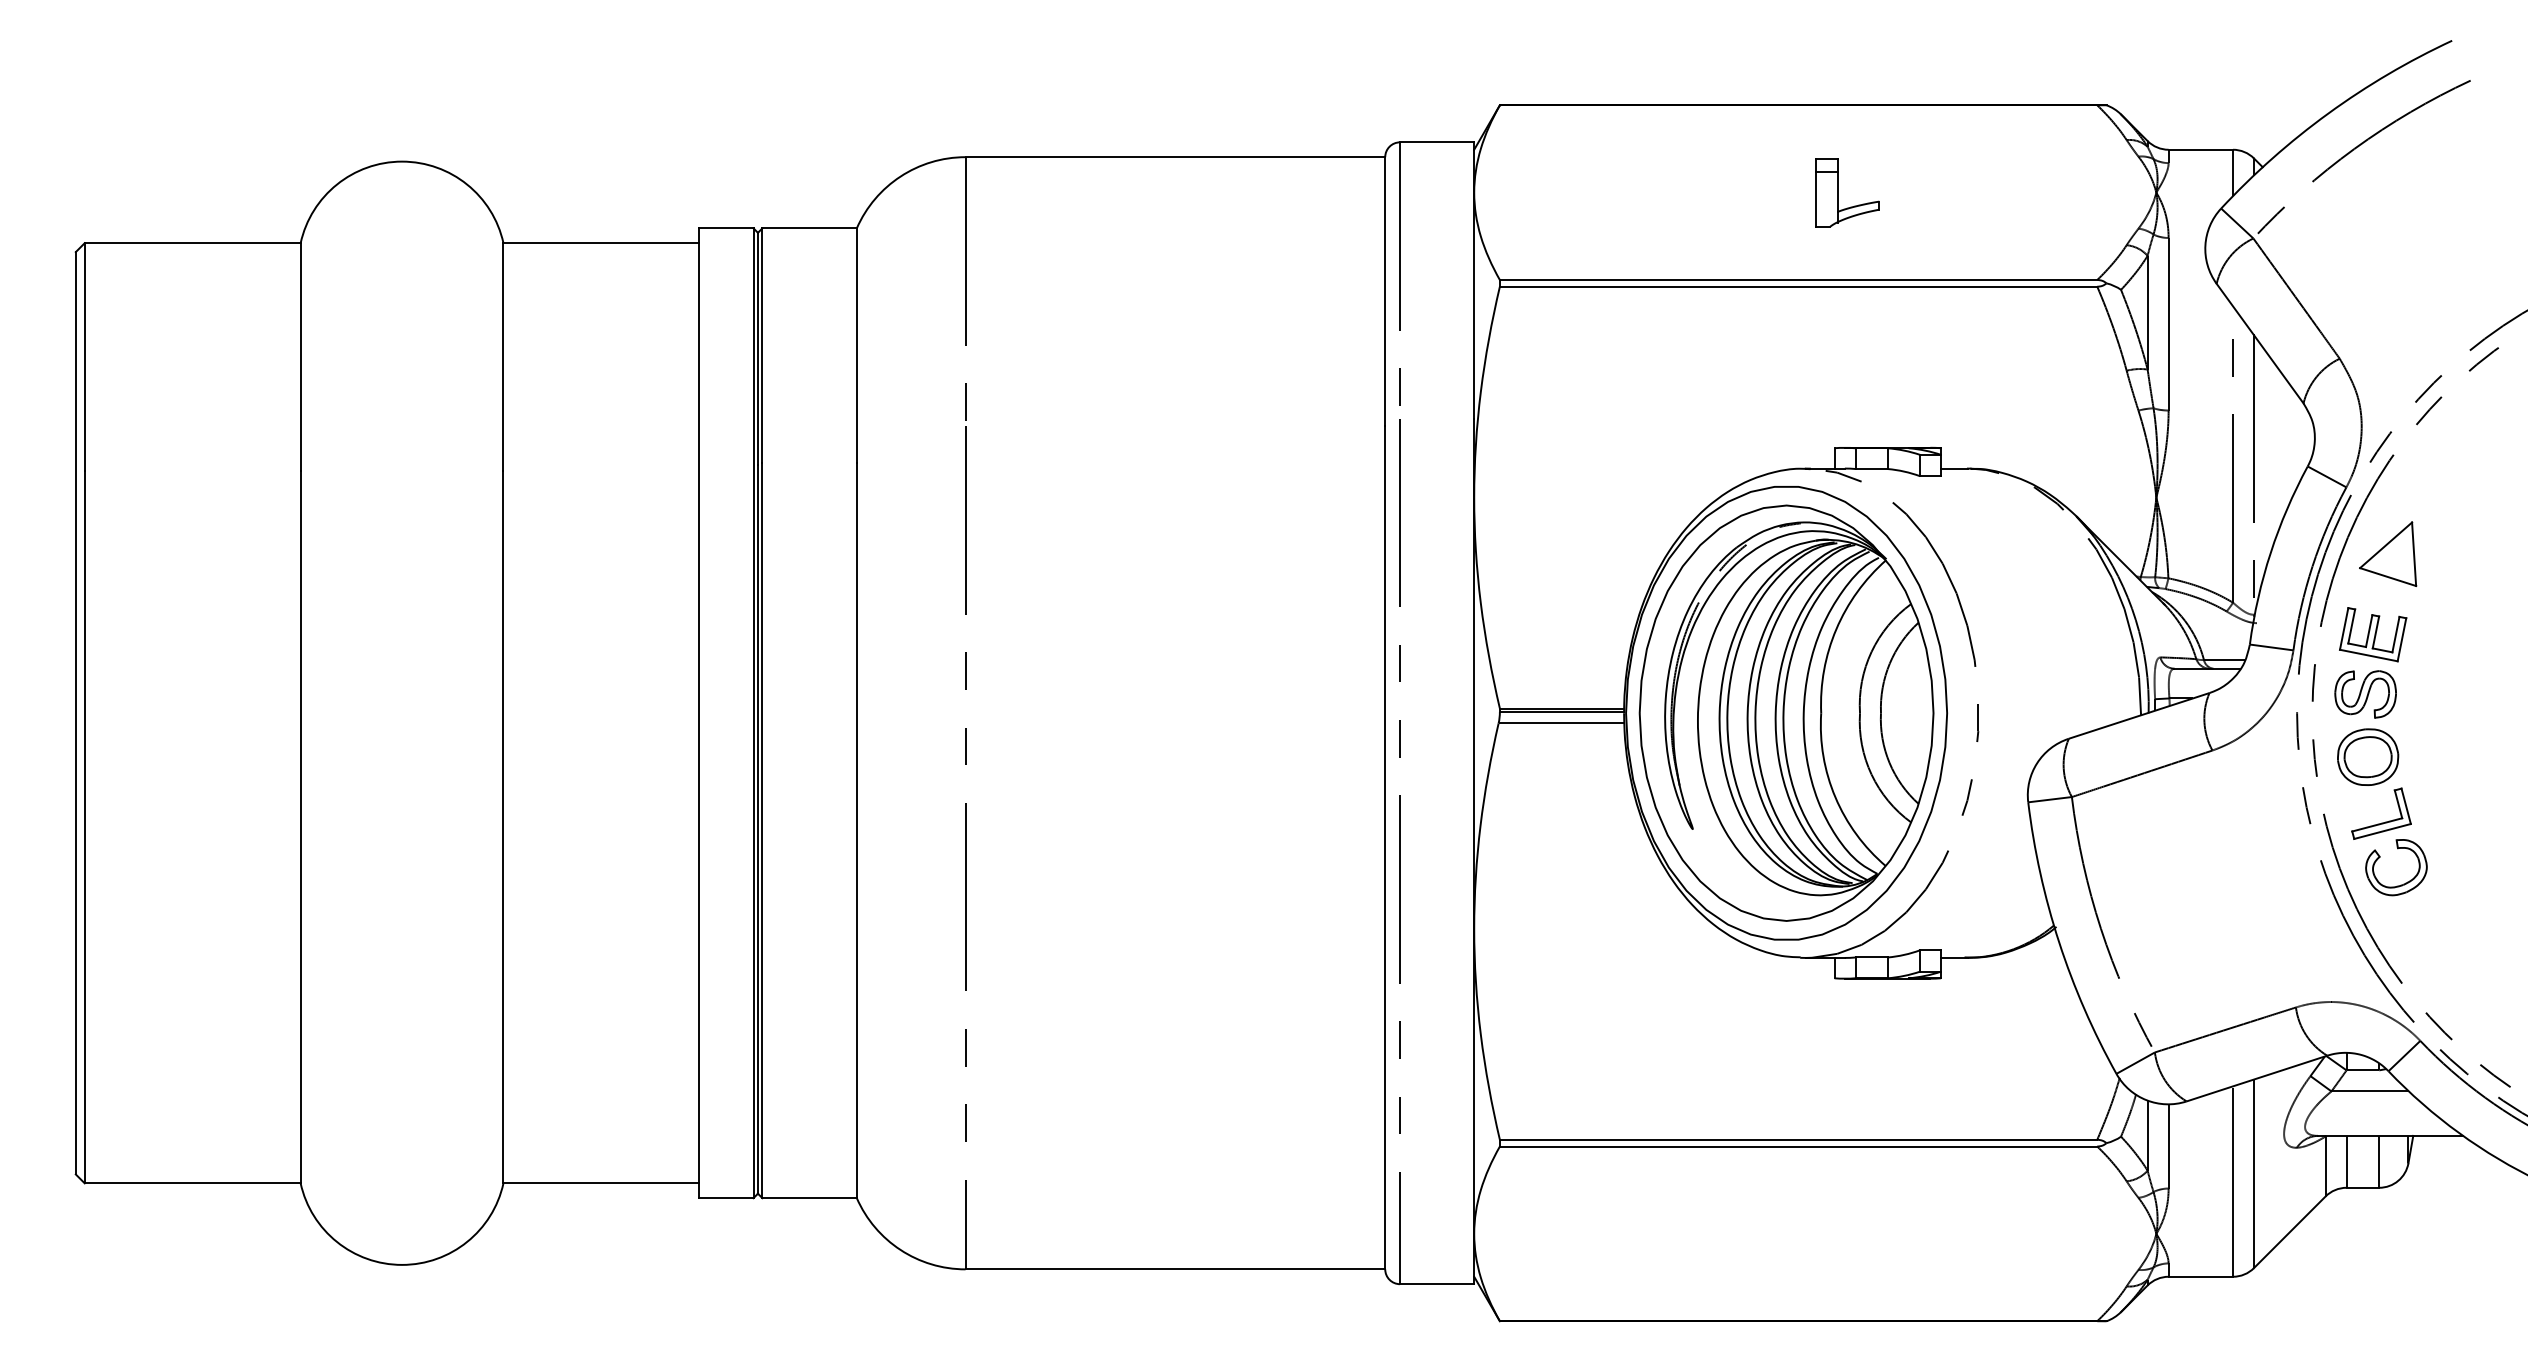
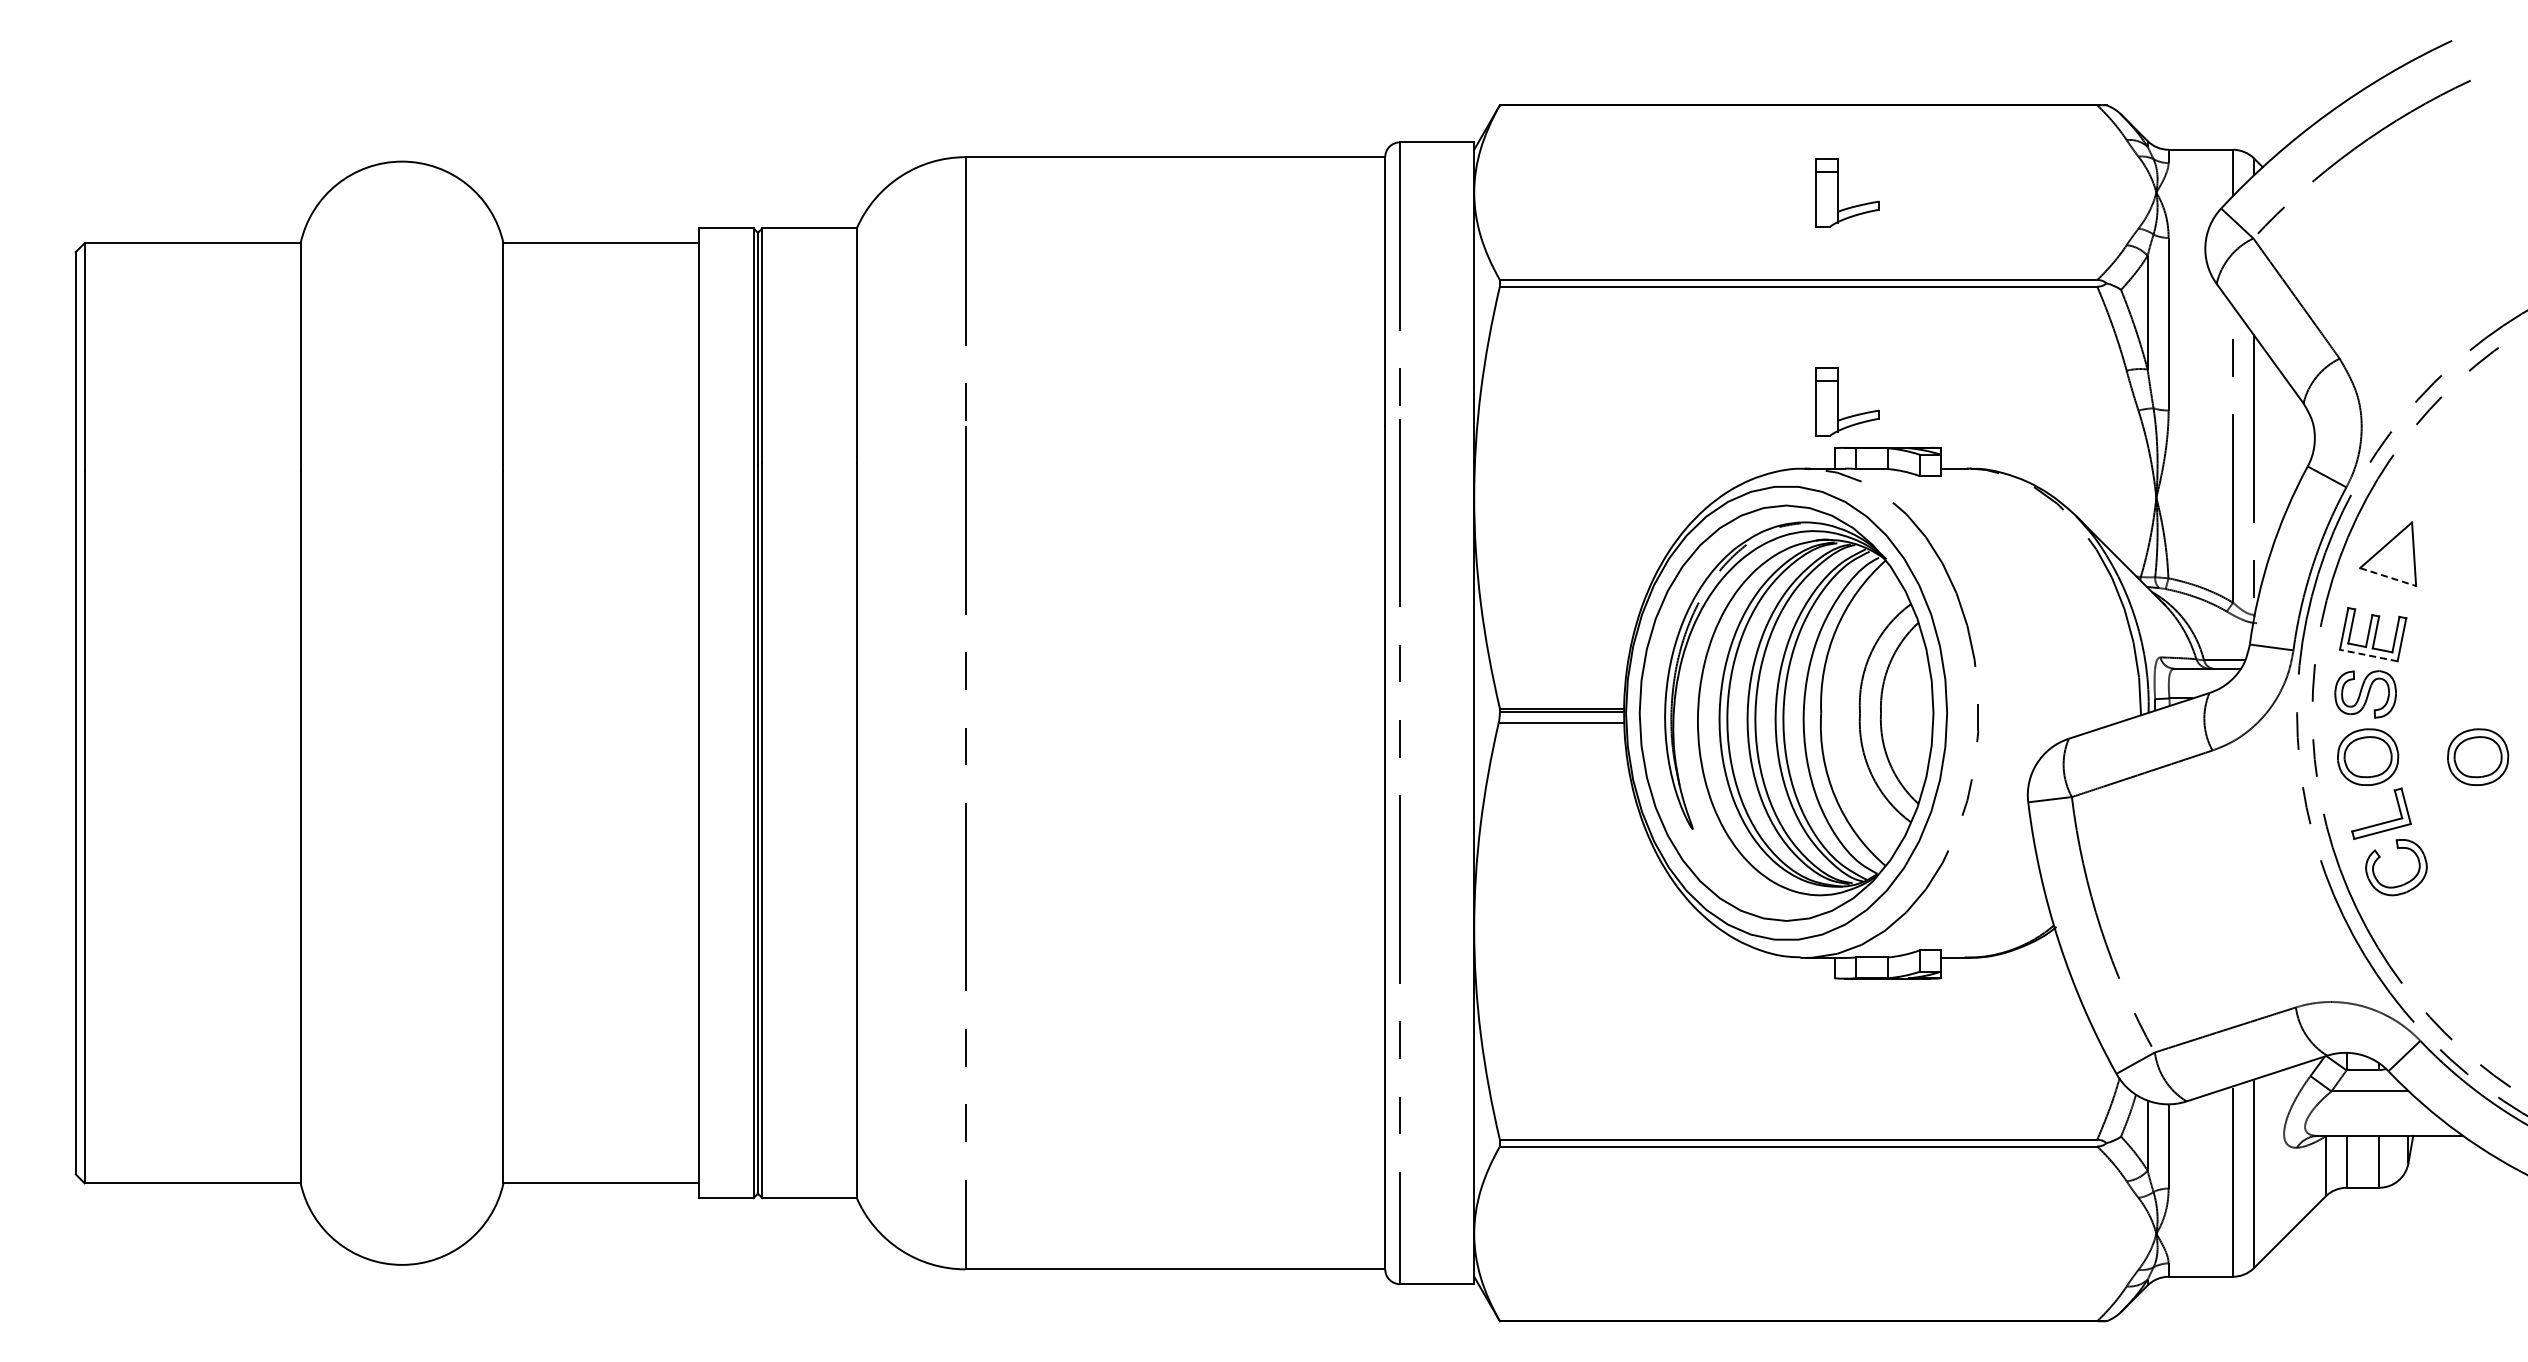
part at (1838, 401): none -> present
line at (2388, 577): solid -> dashed
line at (2368, 655): solid -> dashed
part at (2478, 756): none -> present
